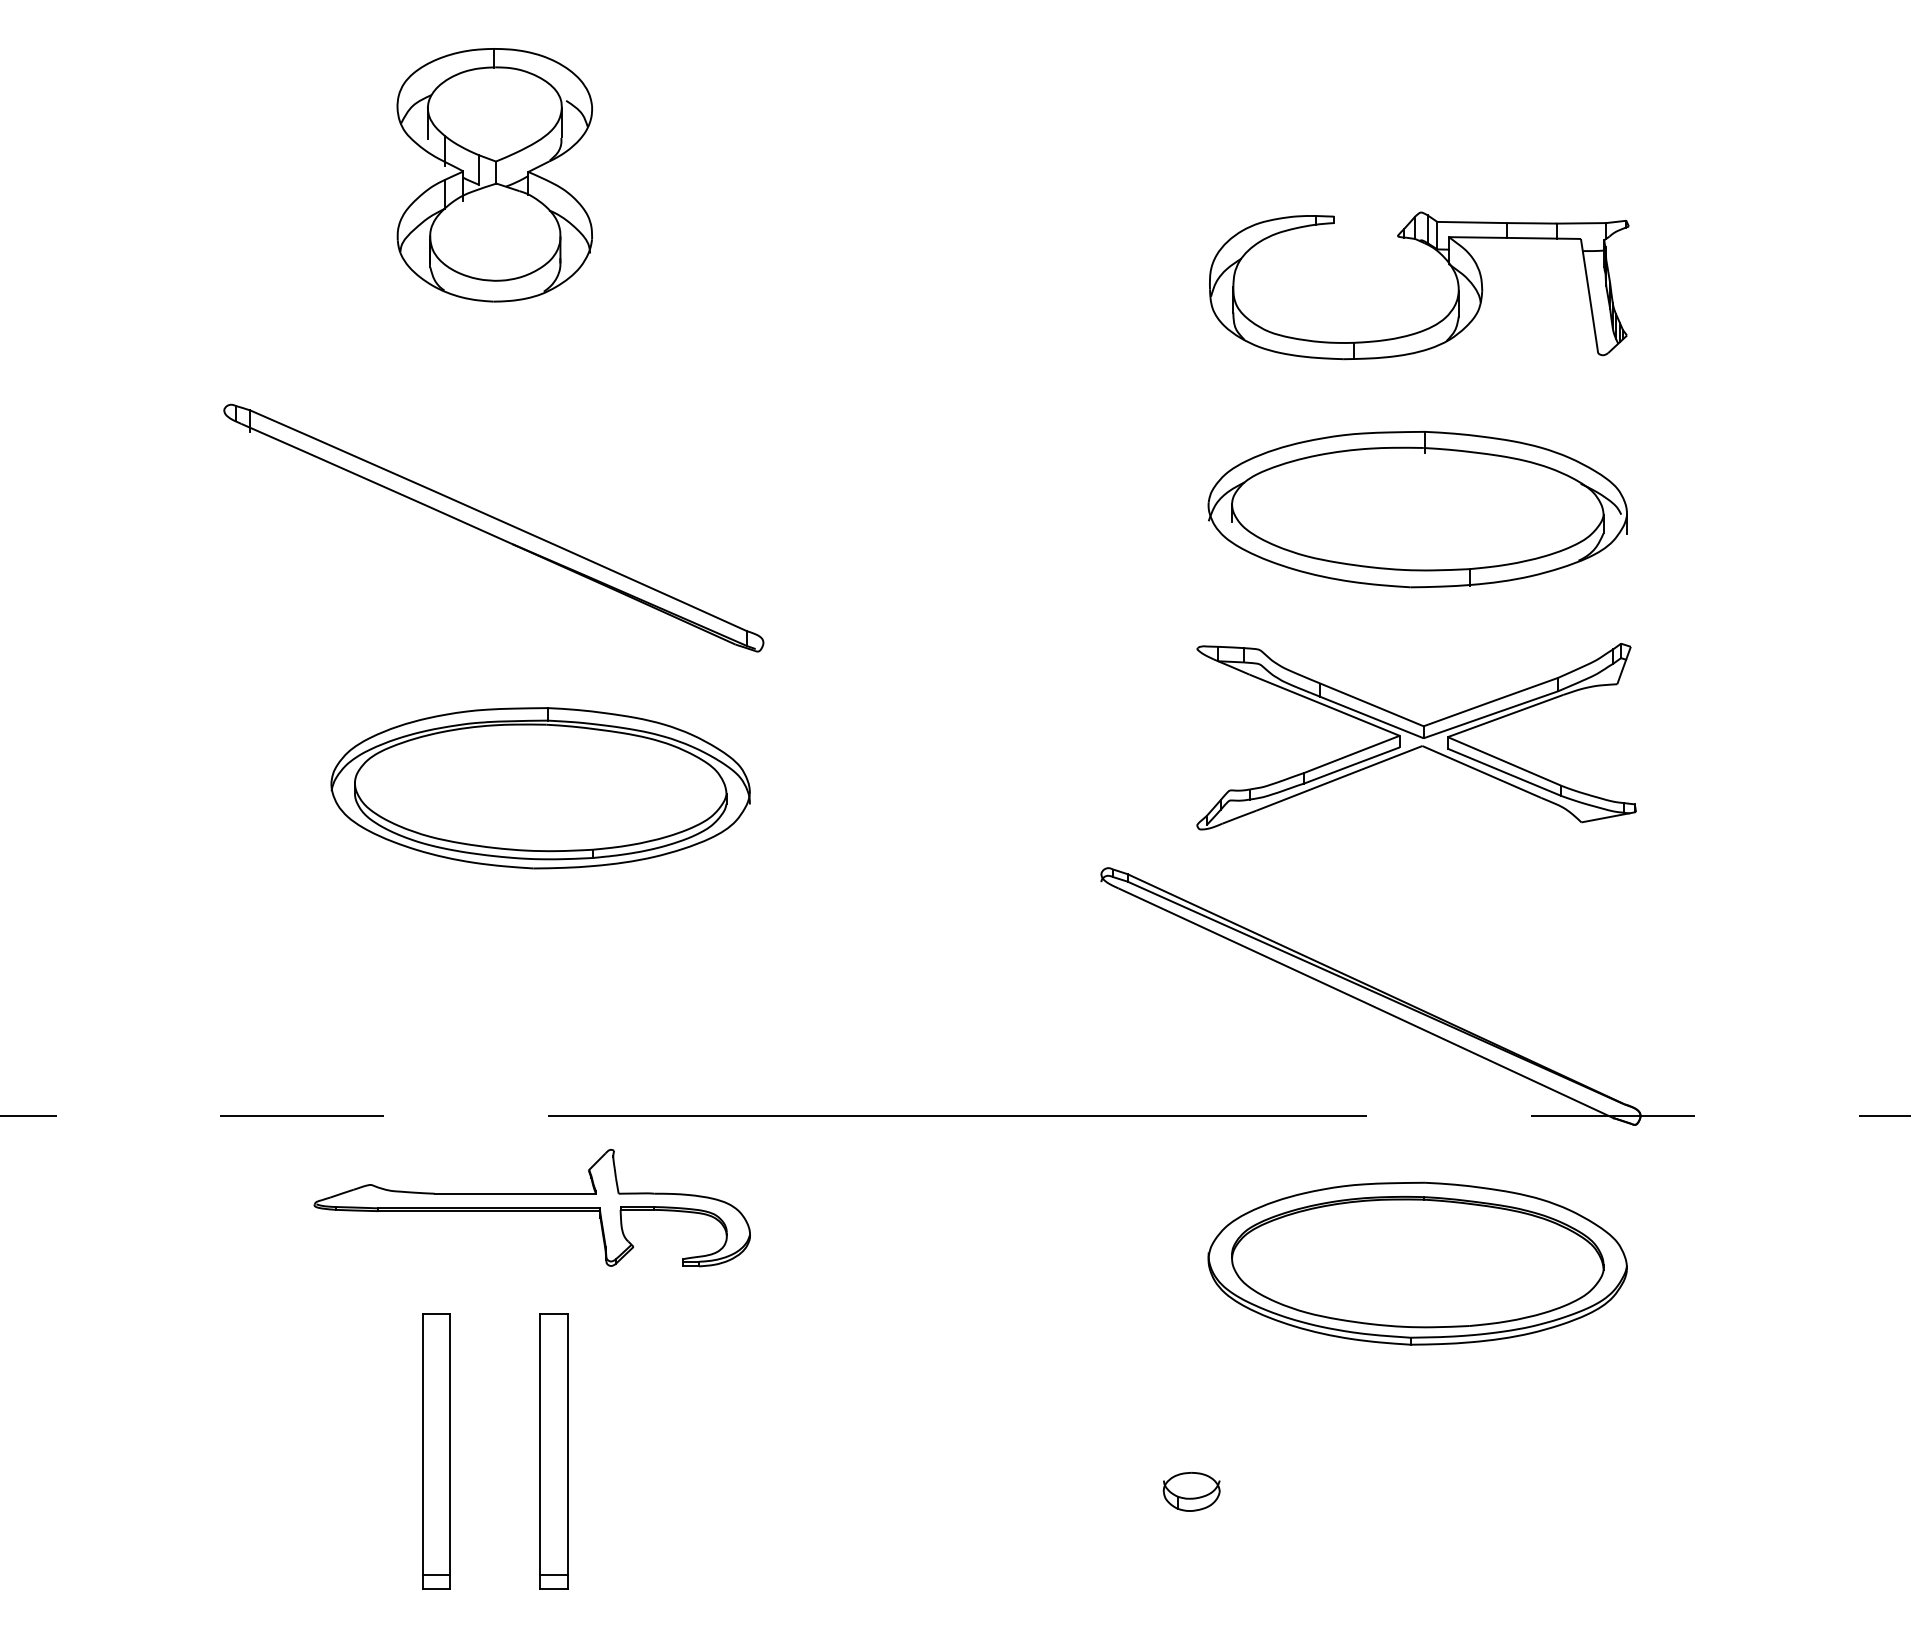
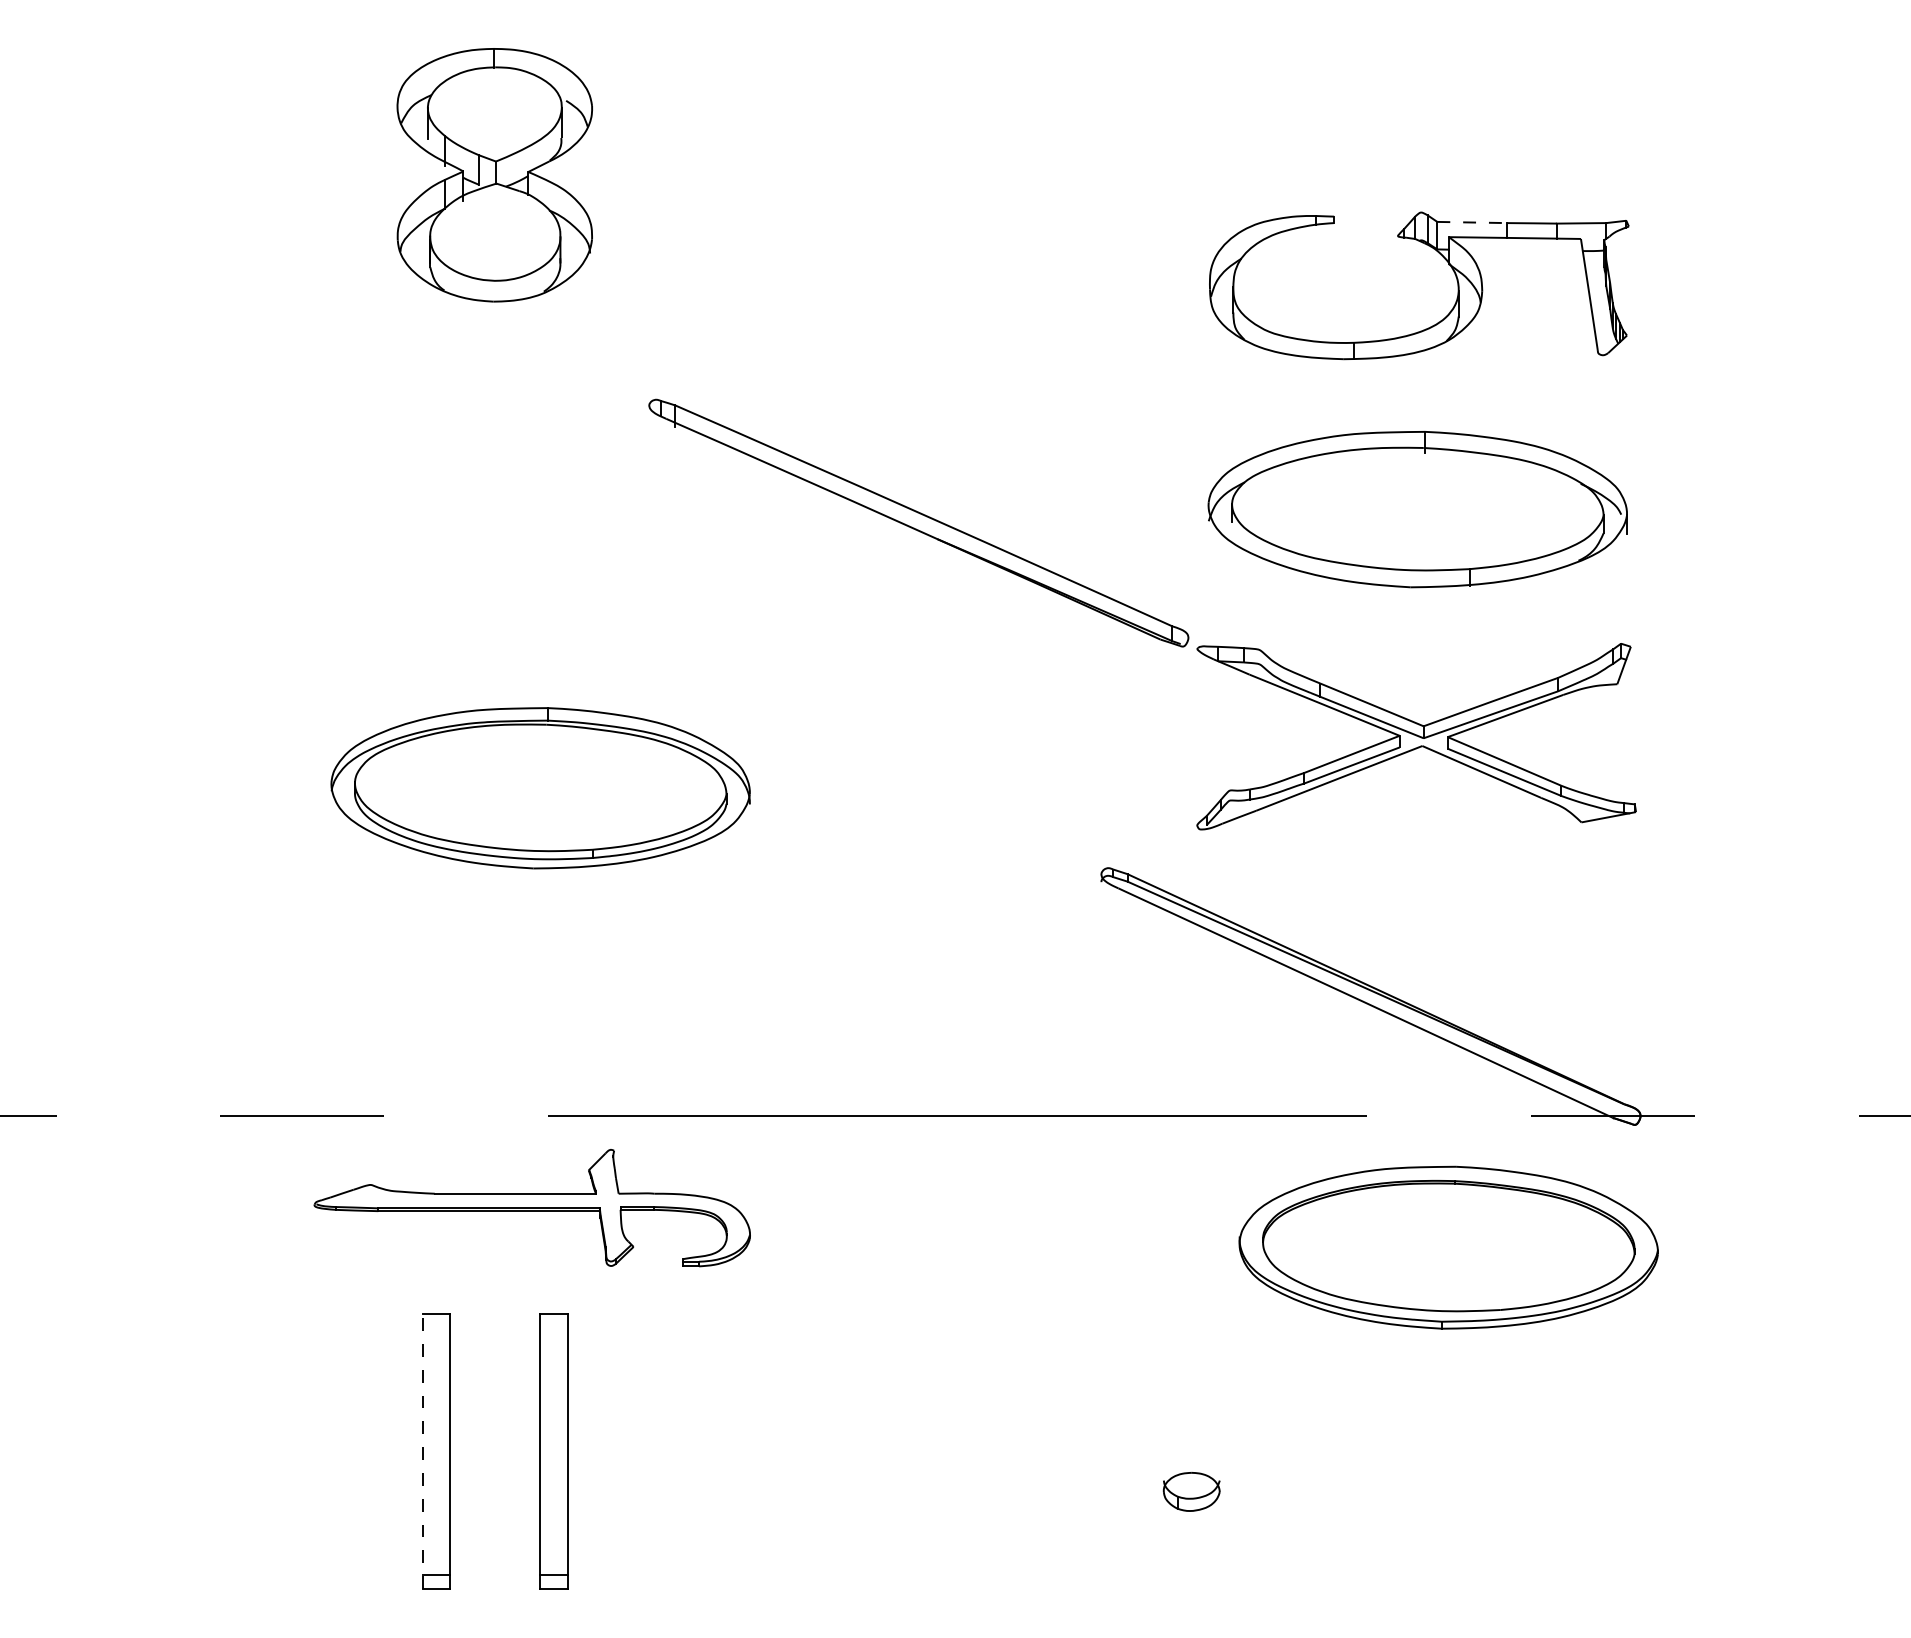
line at (1473, 222): solid -> dashed
part at (493, 527) position: (493, 527) -> (918, 522)
part at (1417, 1263) position: (1417, 1263) -> (1448, 1247)
line at (422, 1451): solid -> dashed
